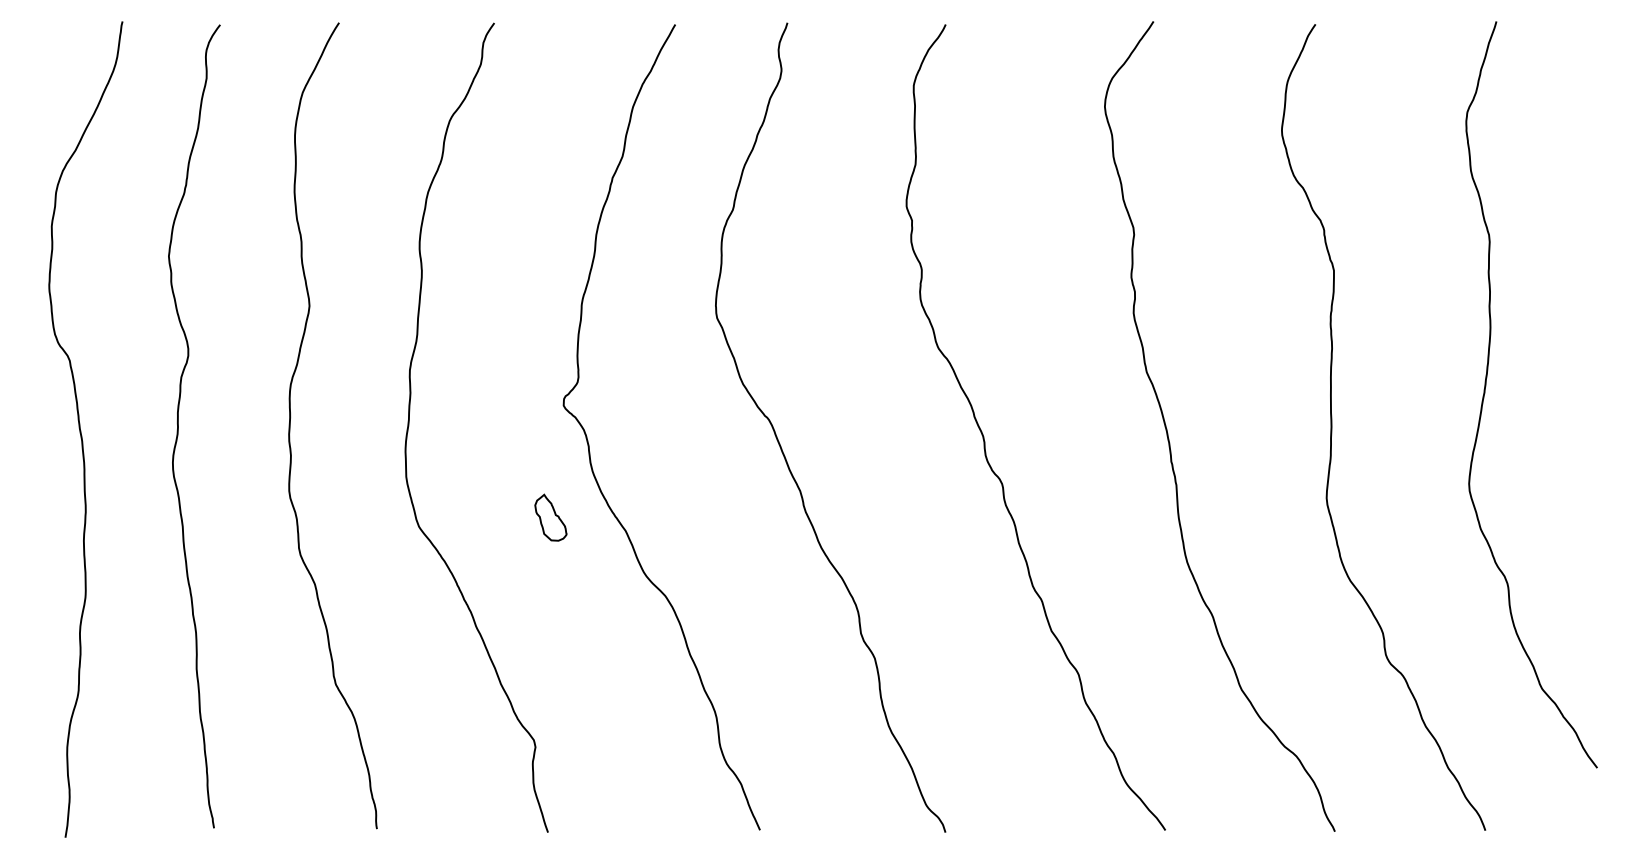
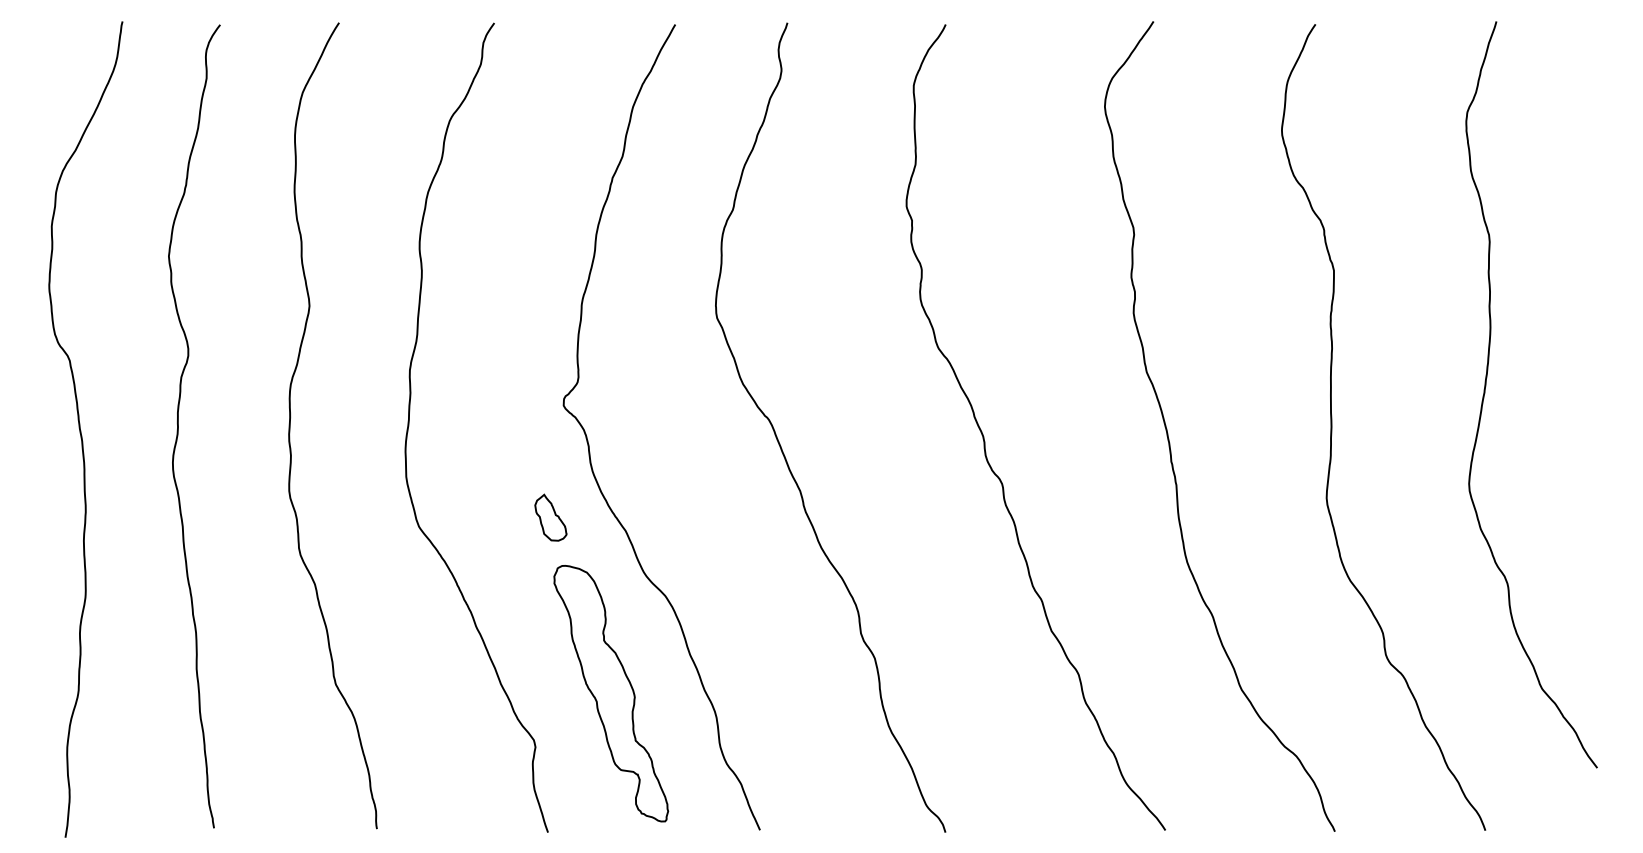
part at (611, 693): none -> present
